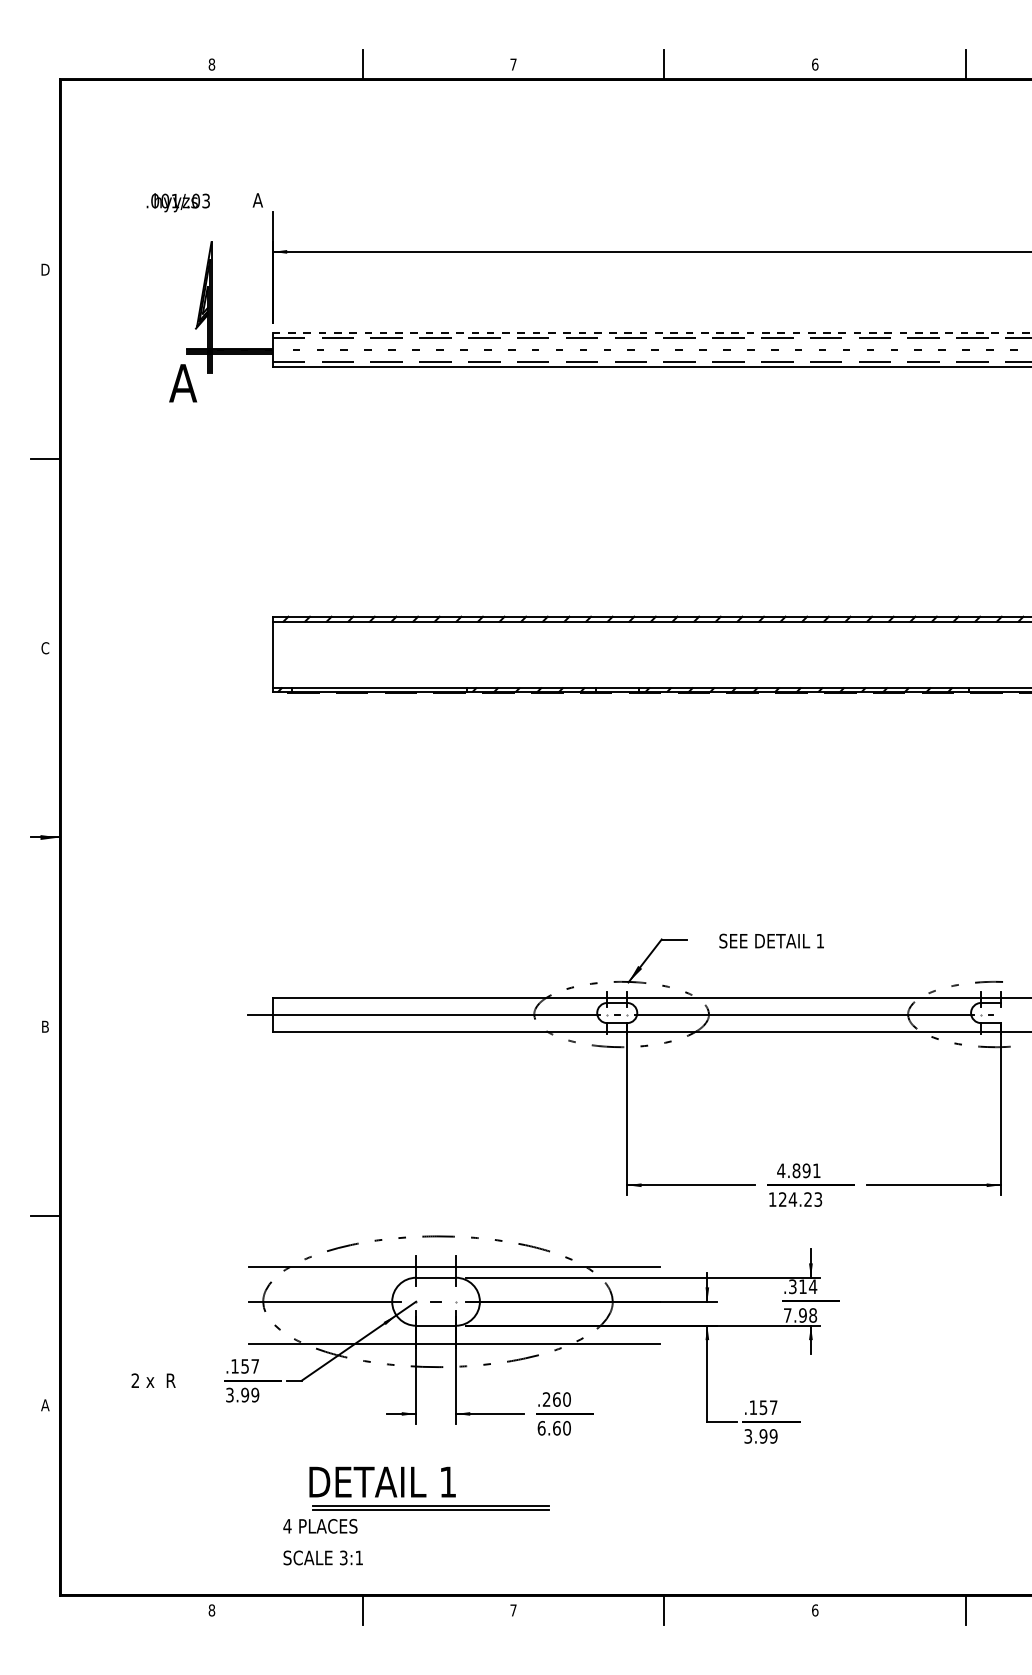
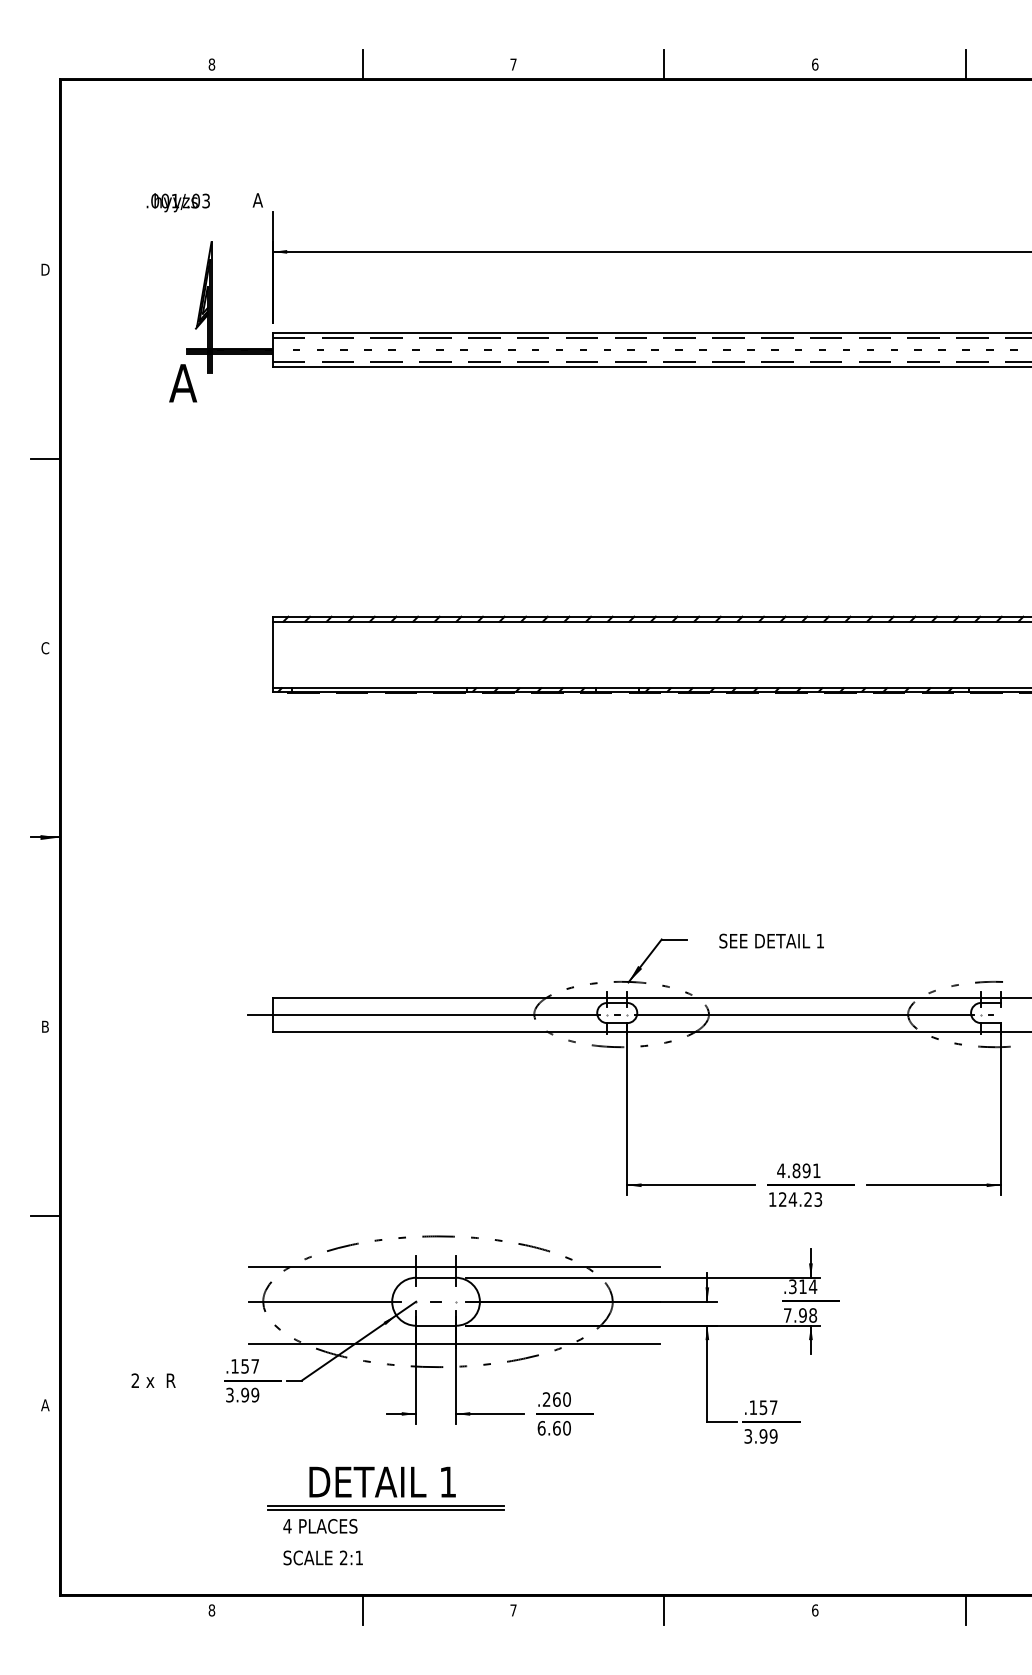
line at (652, 332): dashed -> solid
part at (430, 1507) position: (430, 1507) -> (385, 1507)
text at (343, 1558): 3:1 -> 2:1
